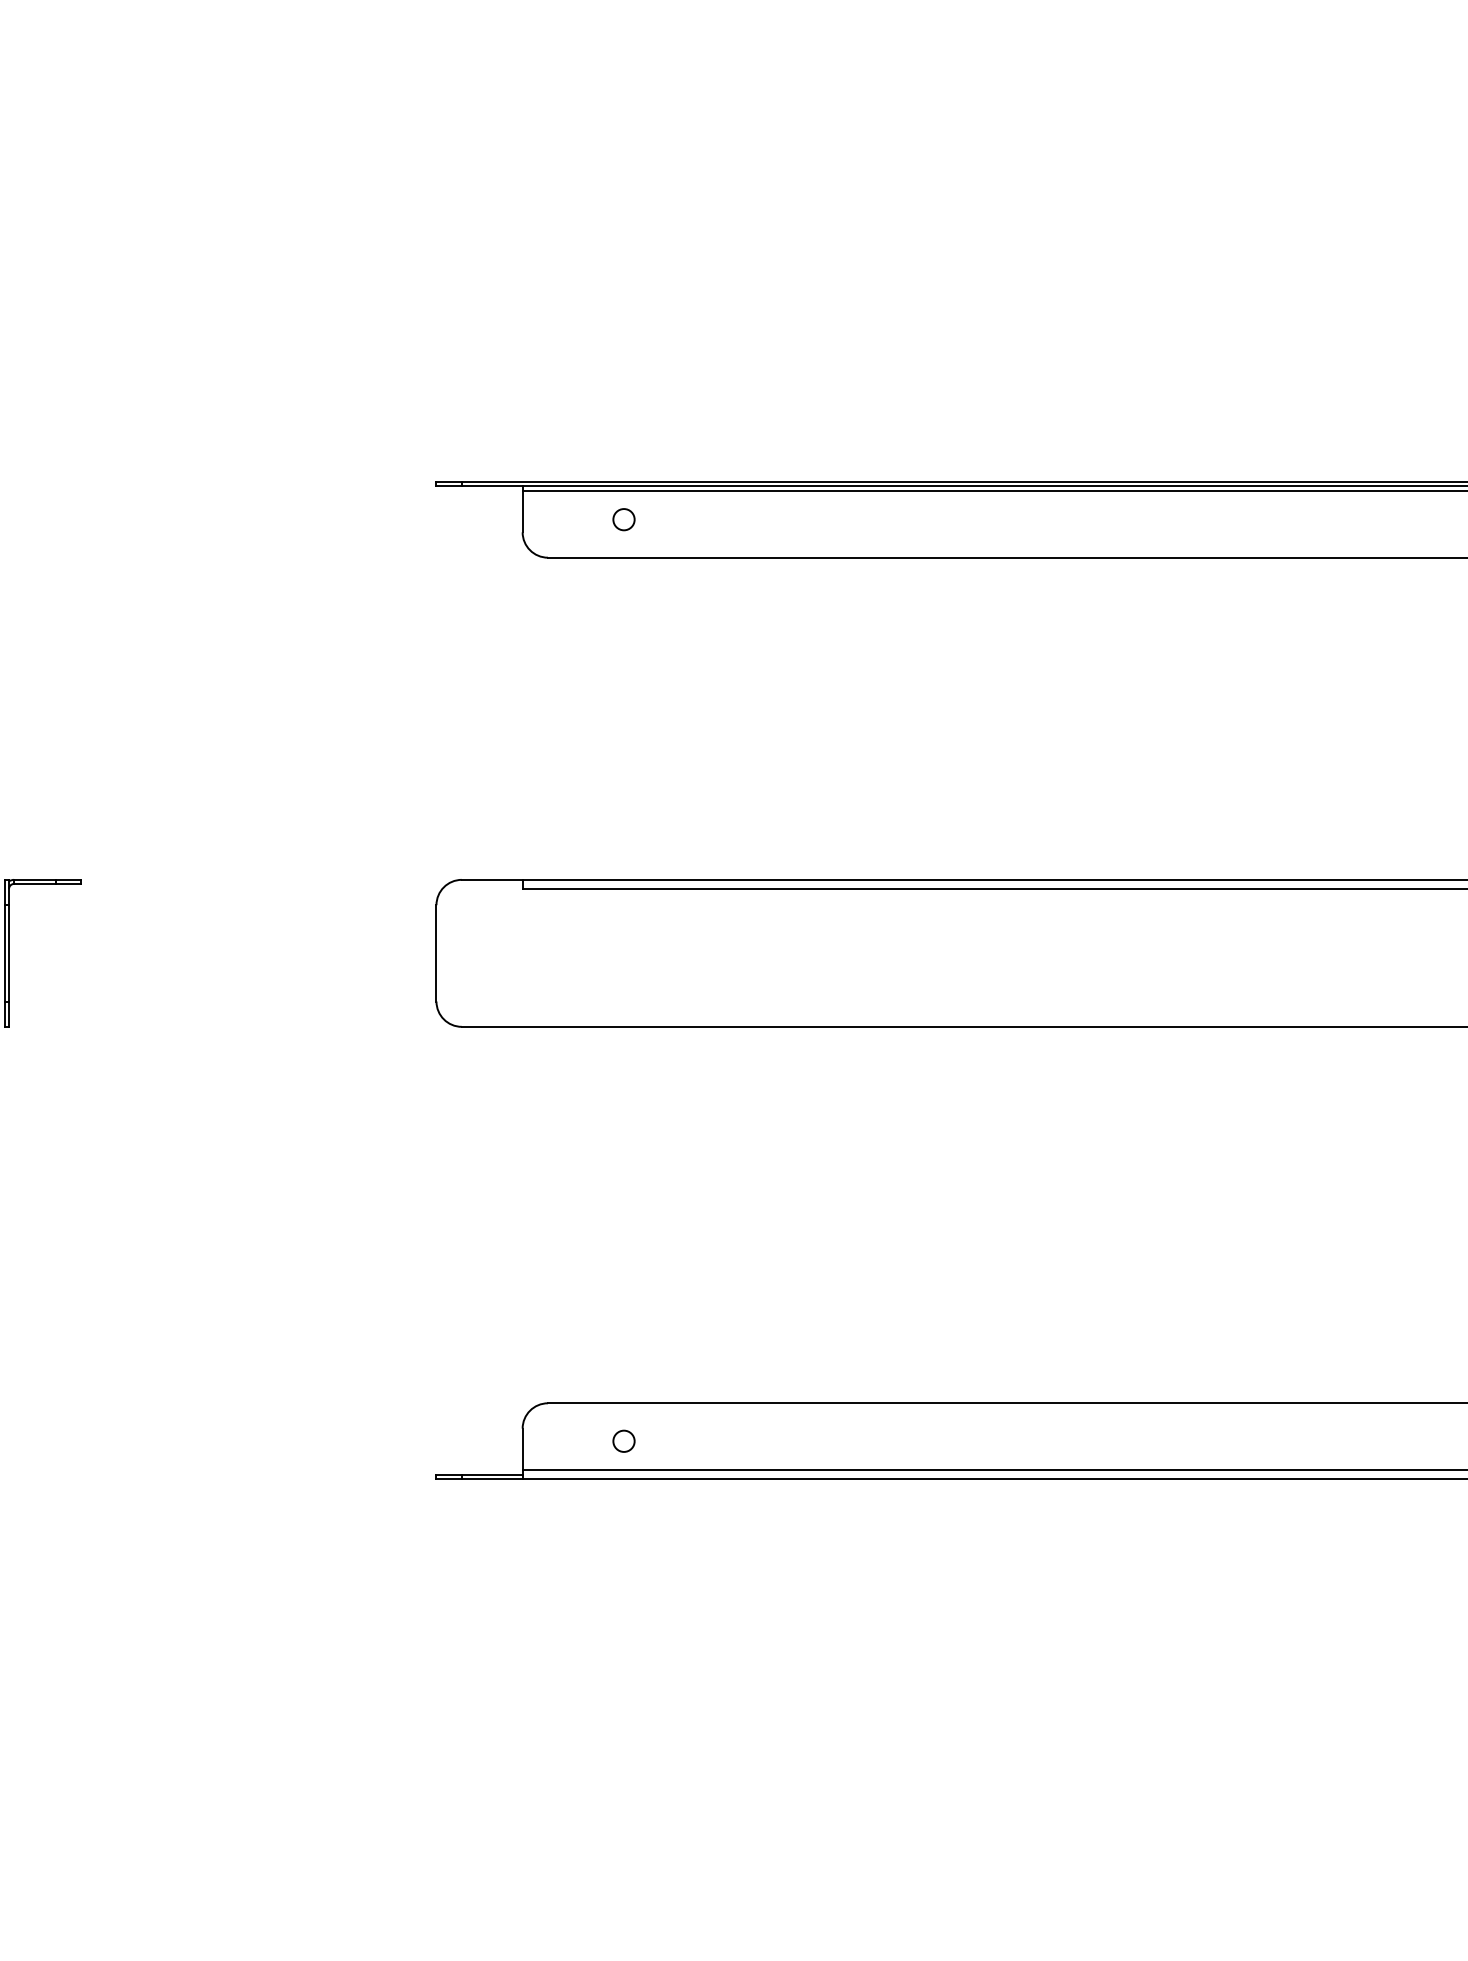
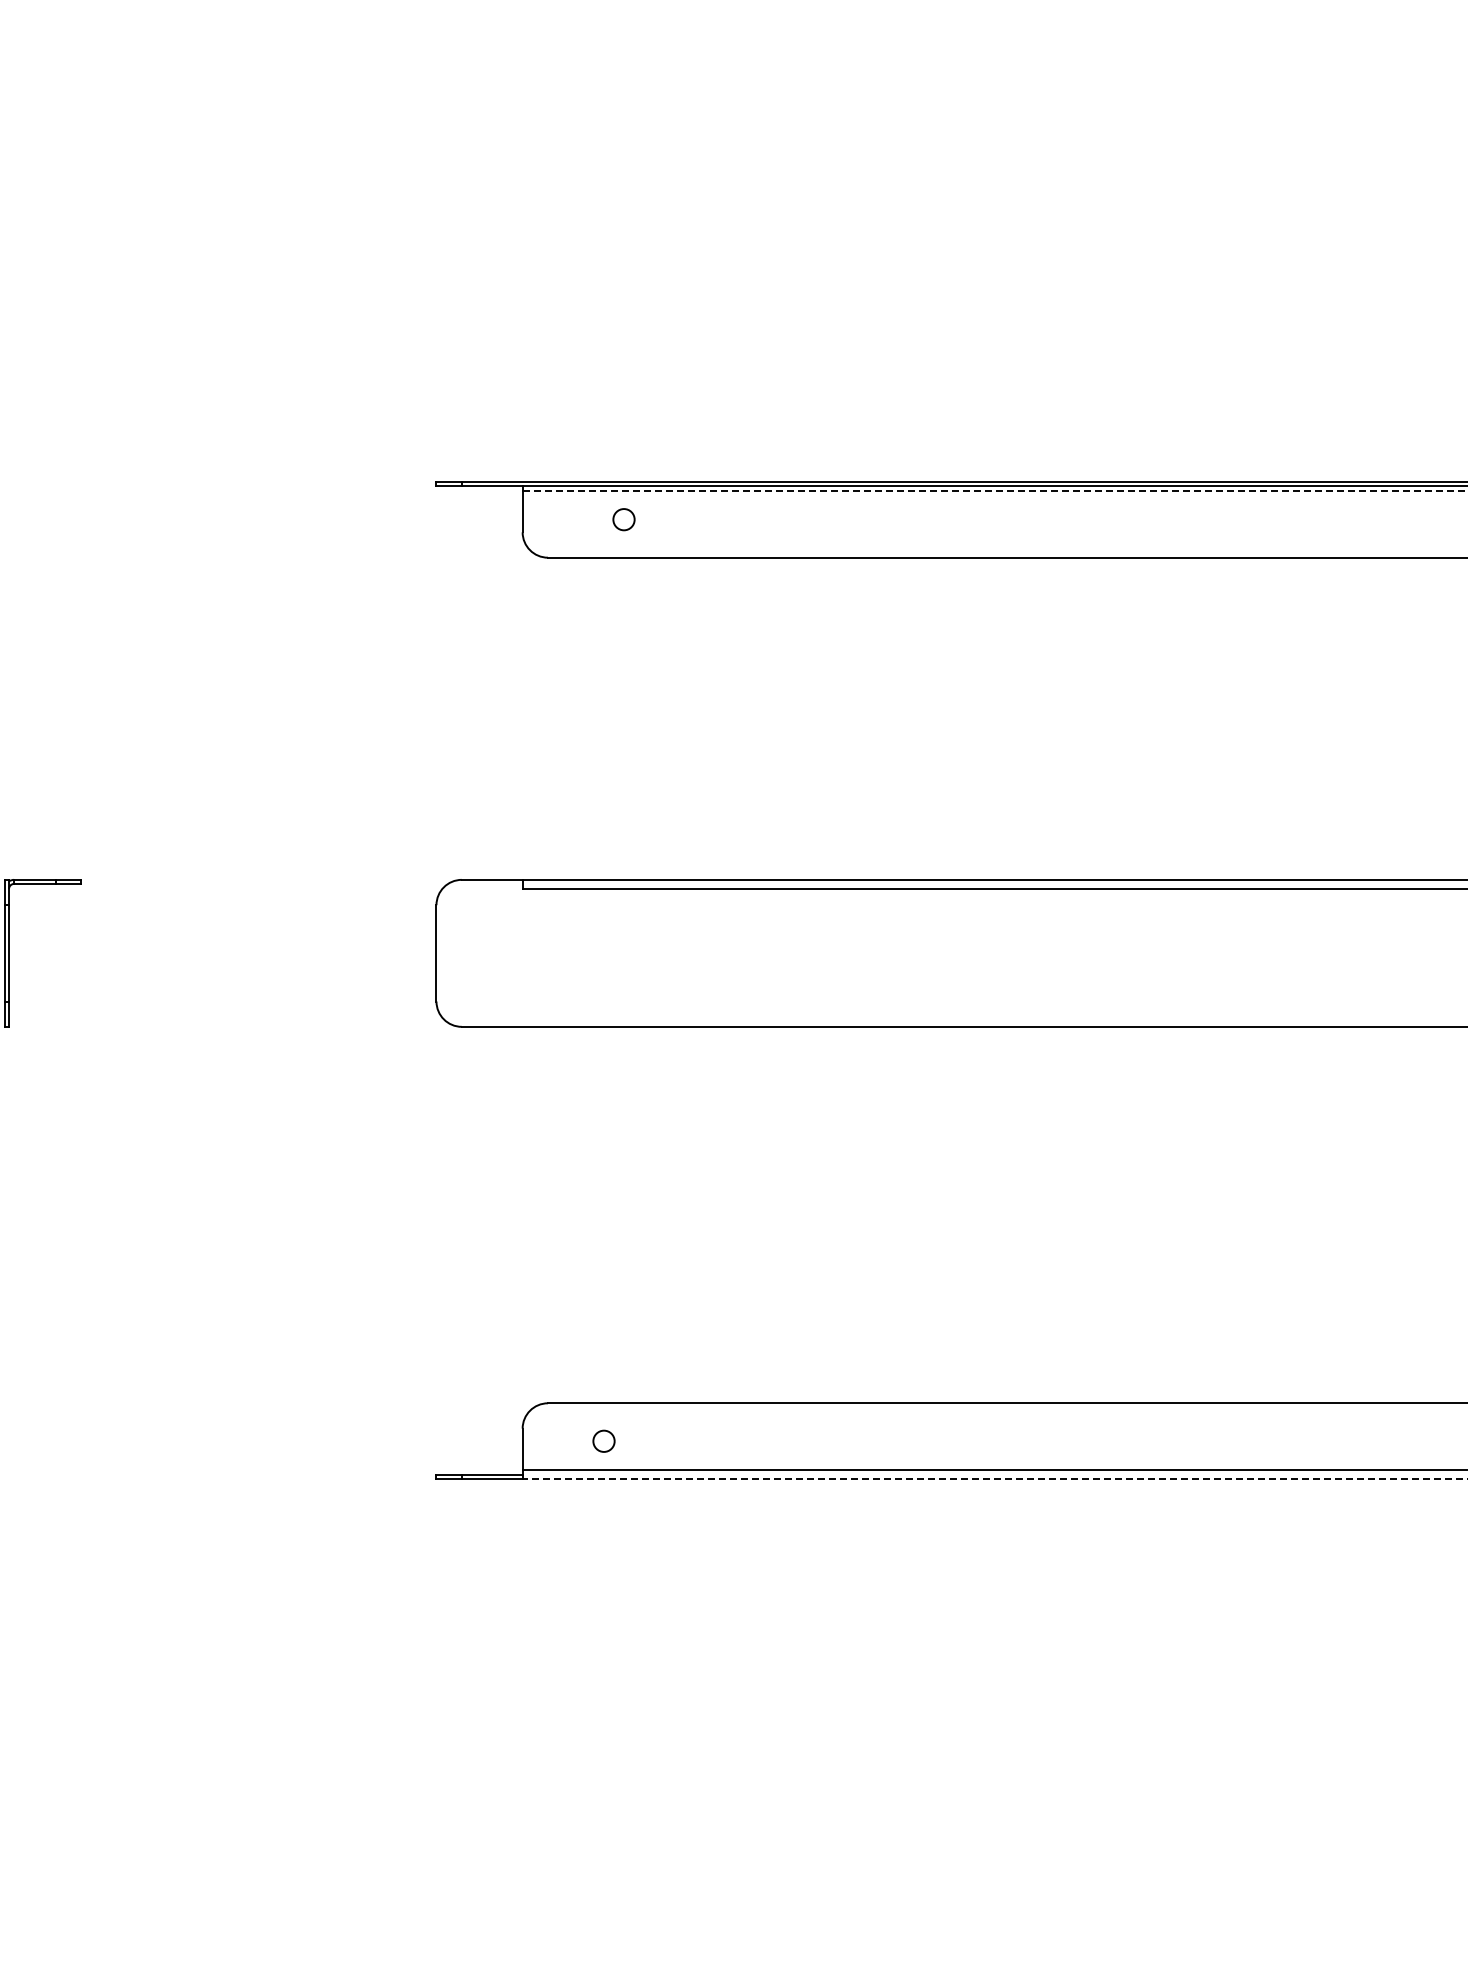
line at (995, 490): solid -> dashed
circle at (623, 1440) position: (623, 1440) -> (603, 1440)
line at (994, 1479): solid -> dashed
